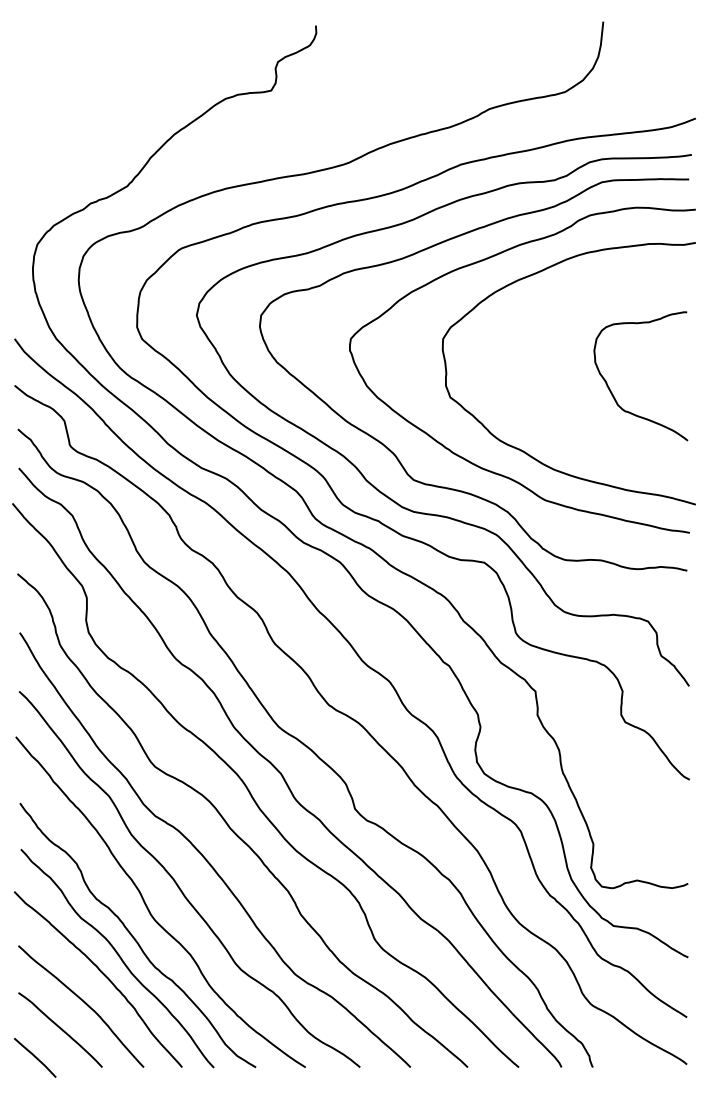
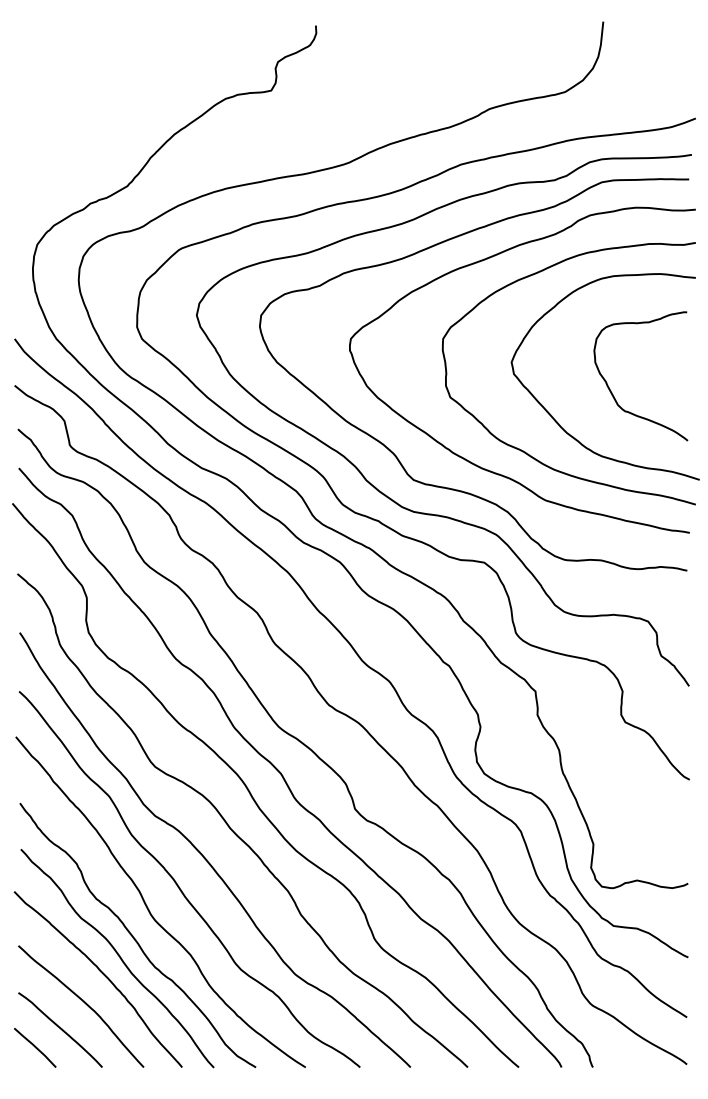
curve at (552, 415): none -> present
line at (35, 1057) position: (35, 1057) -> (35, 1047)
